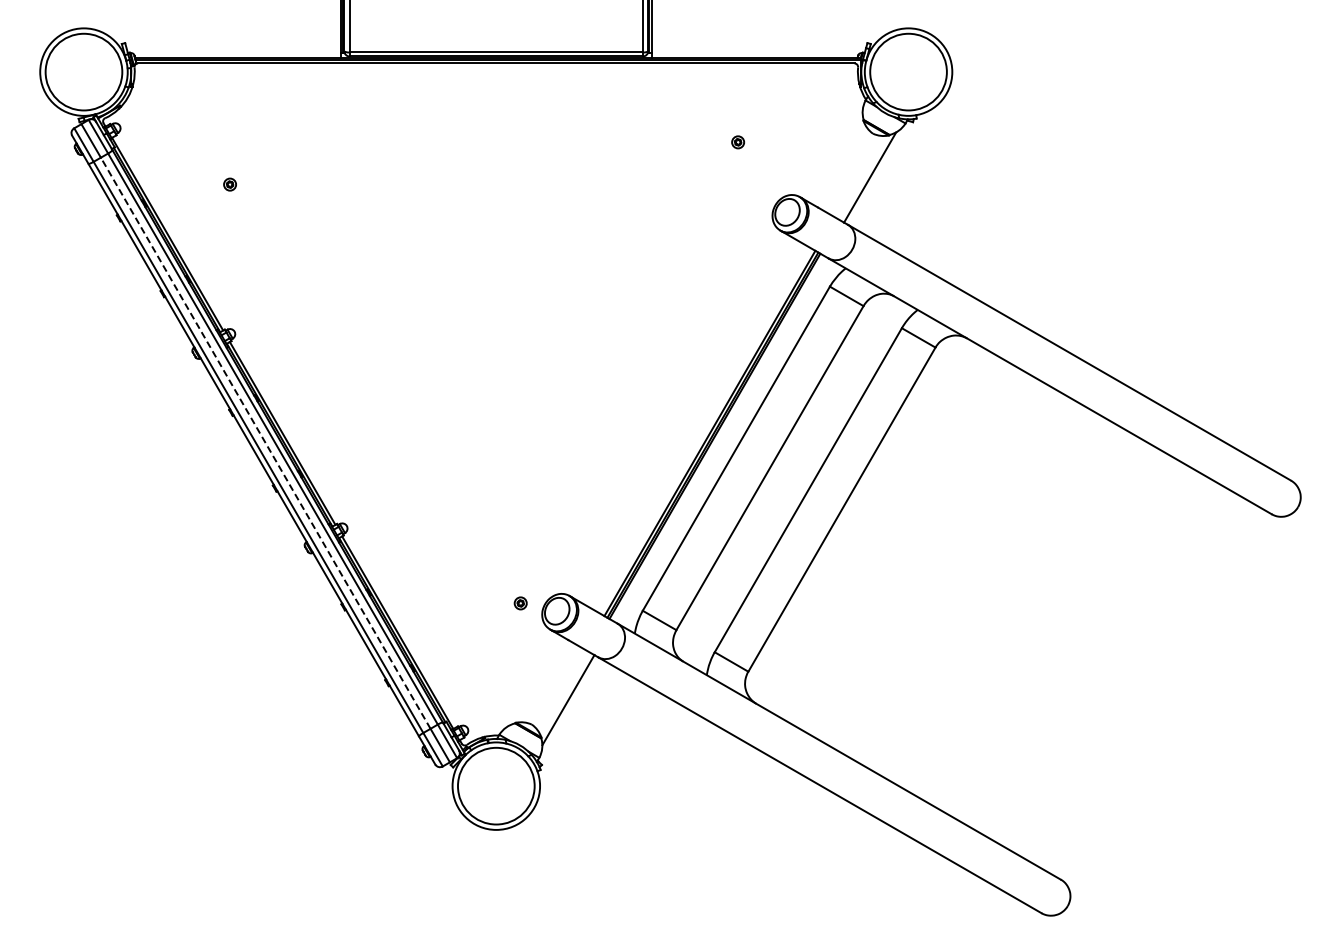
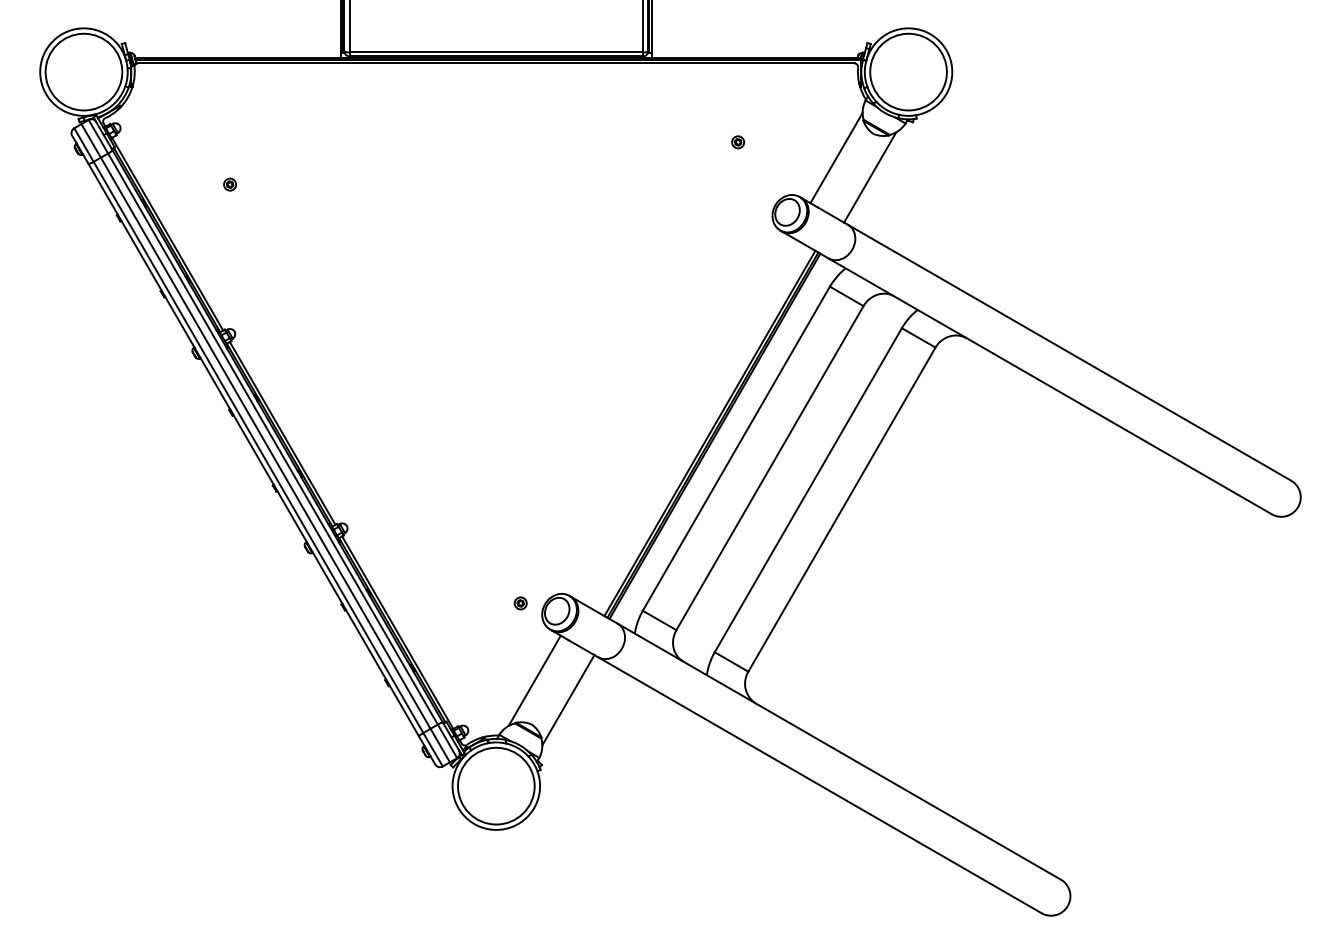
line at (836, 158): none -> present
line at (265, 443): dashed -> solid
line at (534, 680): none -> present
